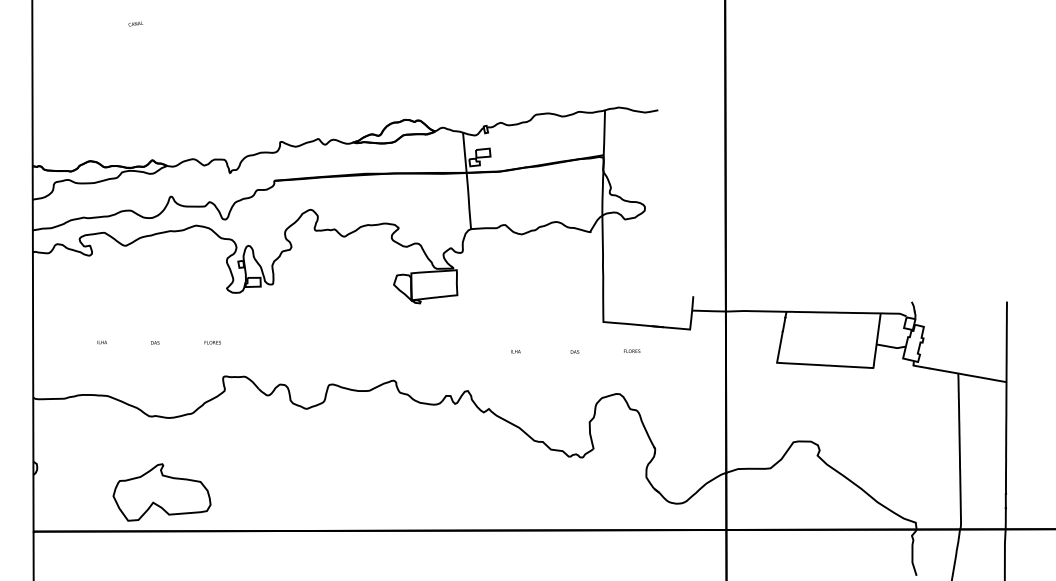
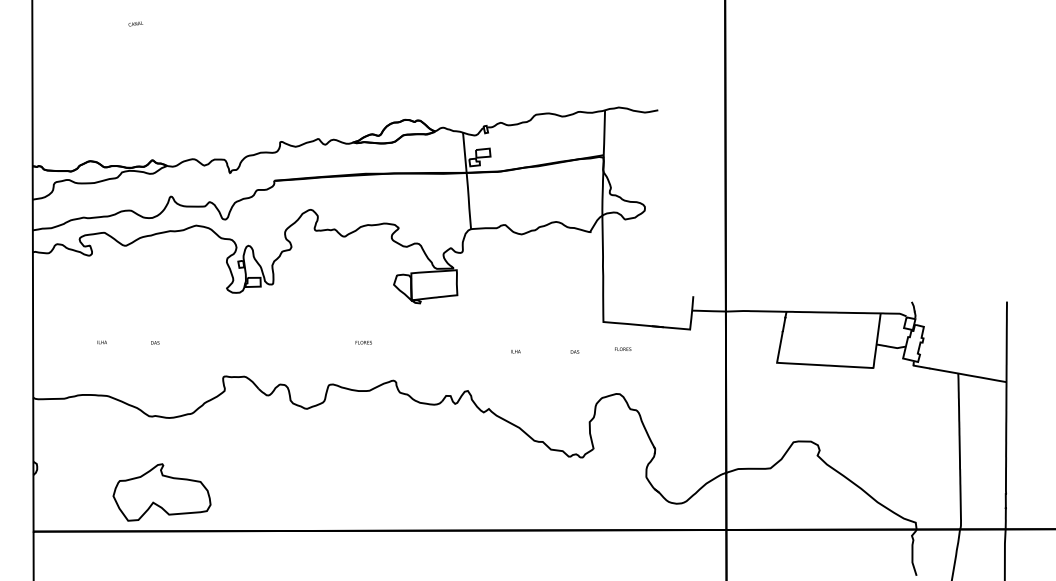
text at (212, 342) position: (212, 342) -> (363, 342)
text at (632, 350) position: (632, 350) -> (623, 348)
